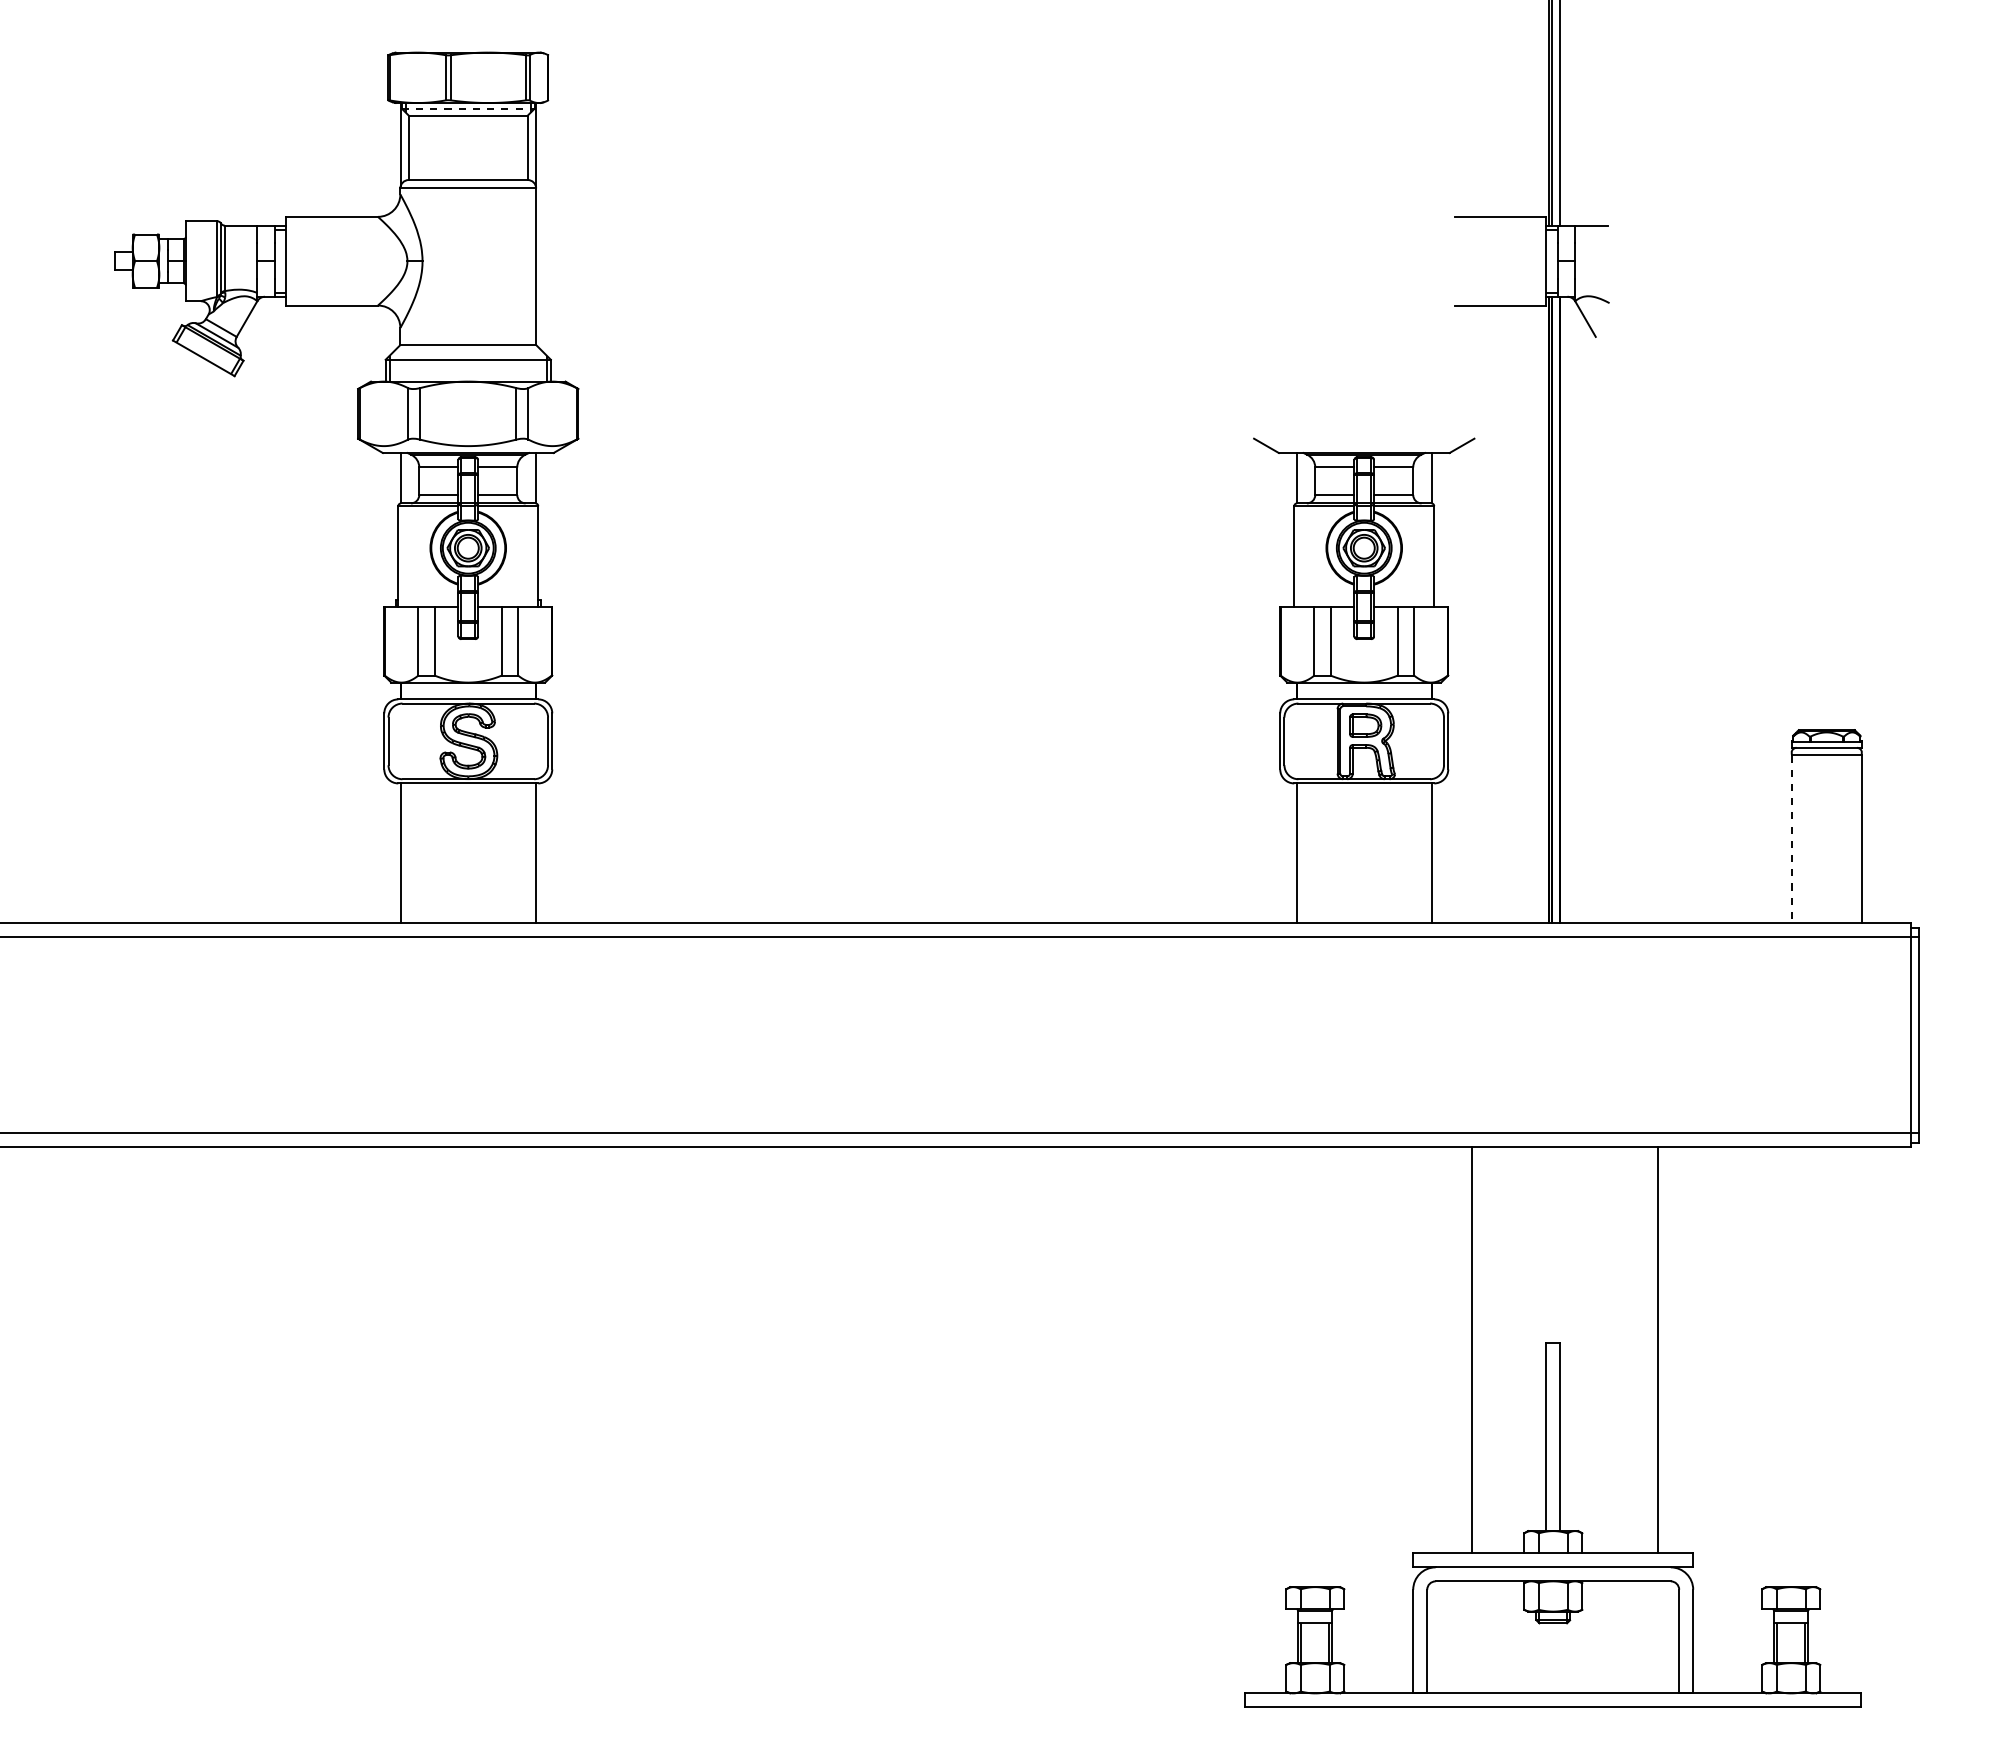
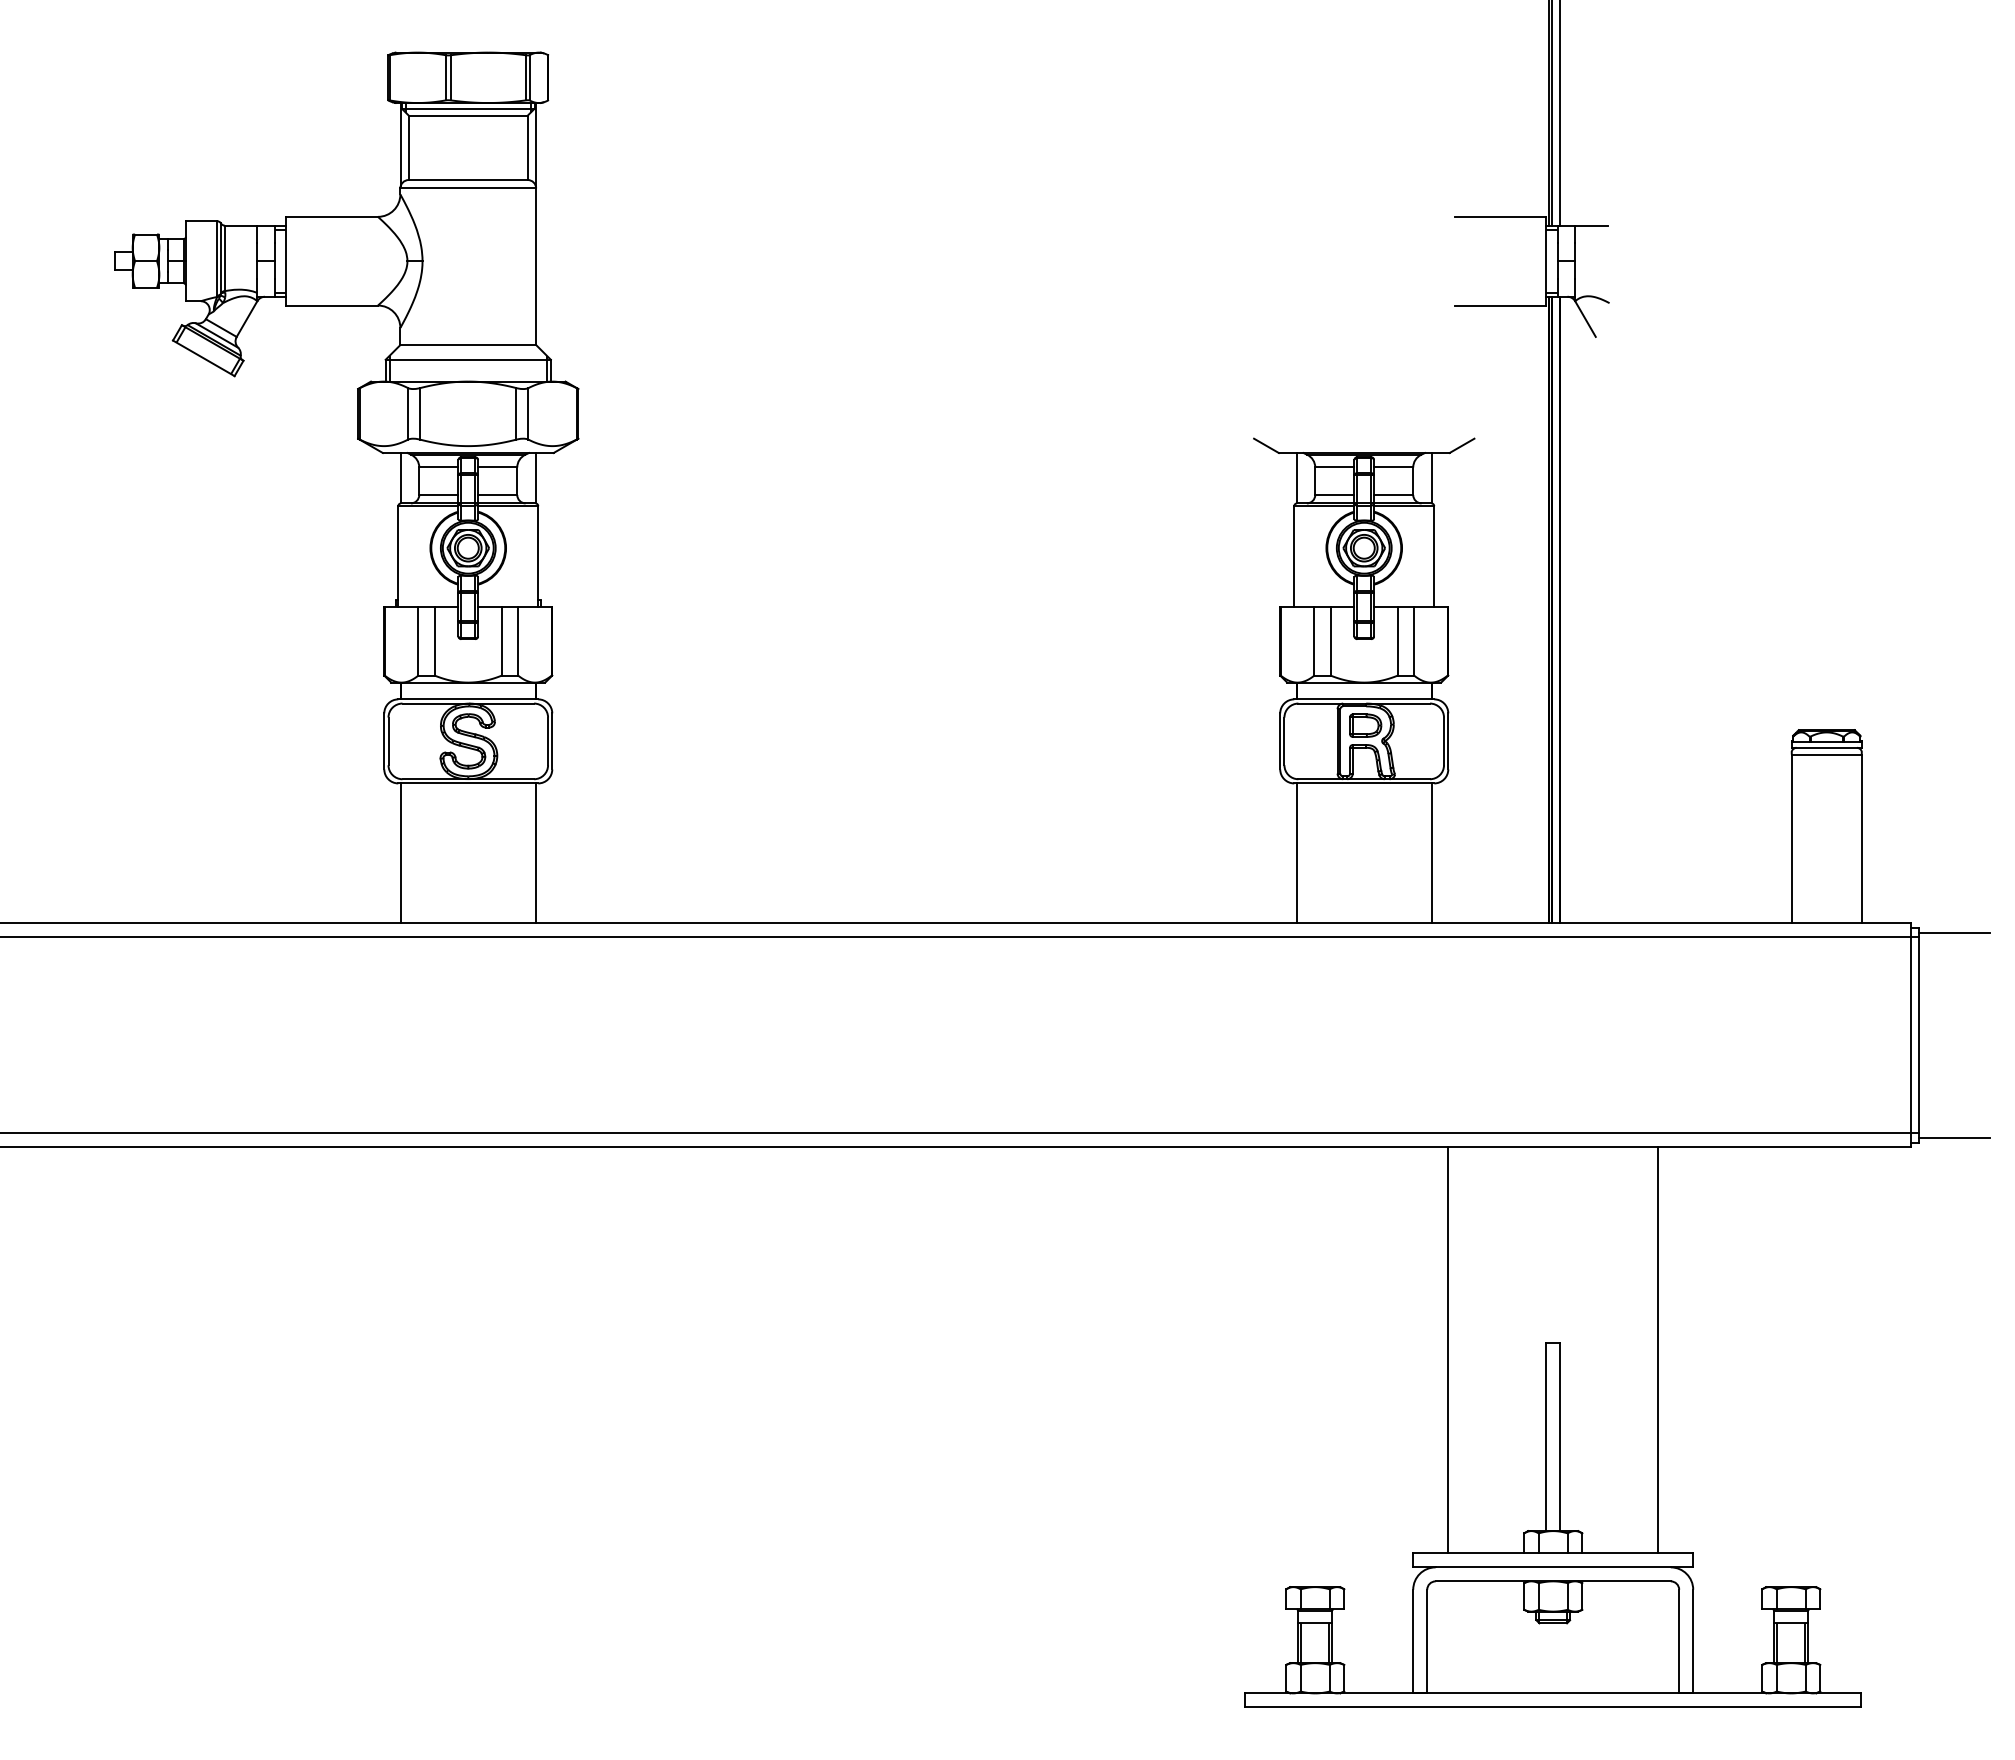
line at (468, 108): dashed -> solid
line at (1791, 839): dashed -> solid
line at (1954, 933): none -> present
line at (1954, 1137): none -> present
line at (1472, 1350) position: (1472, 1350) -> (1448, 1350)
